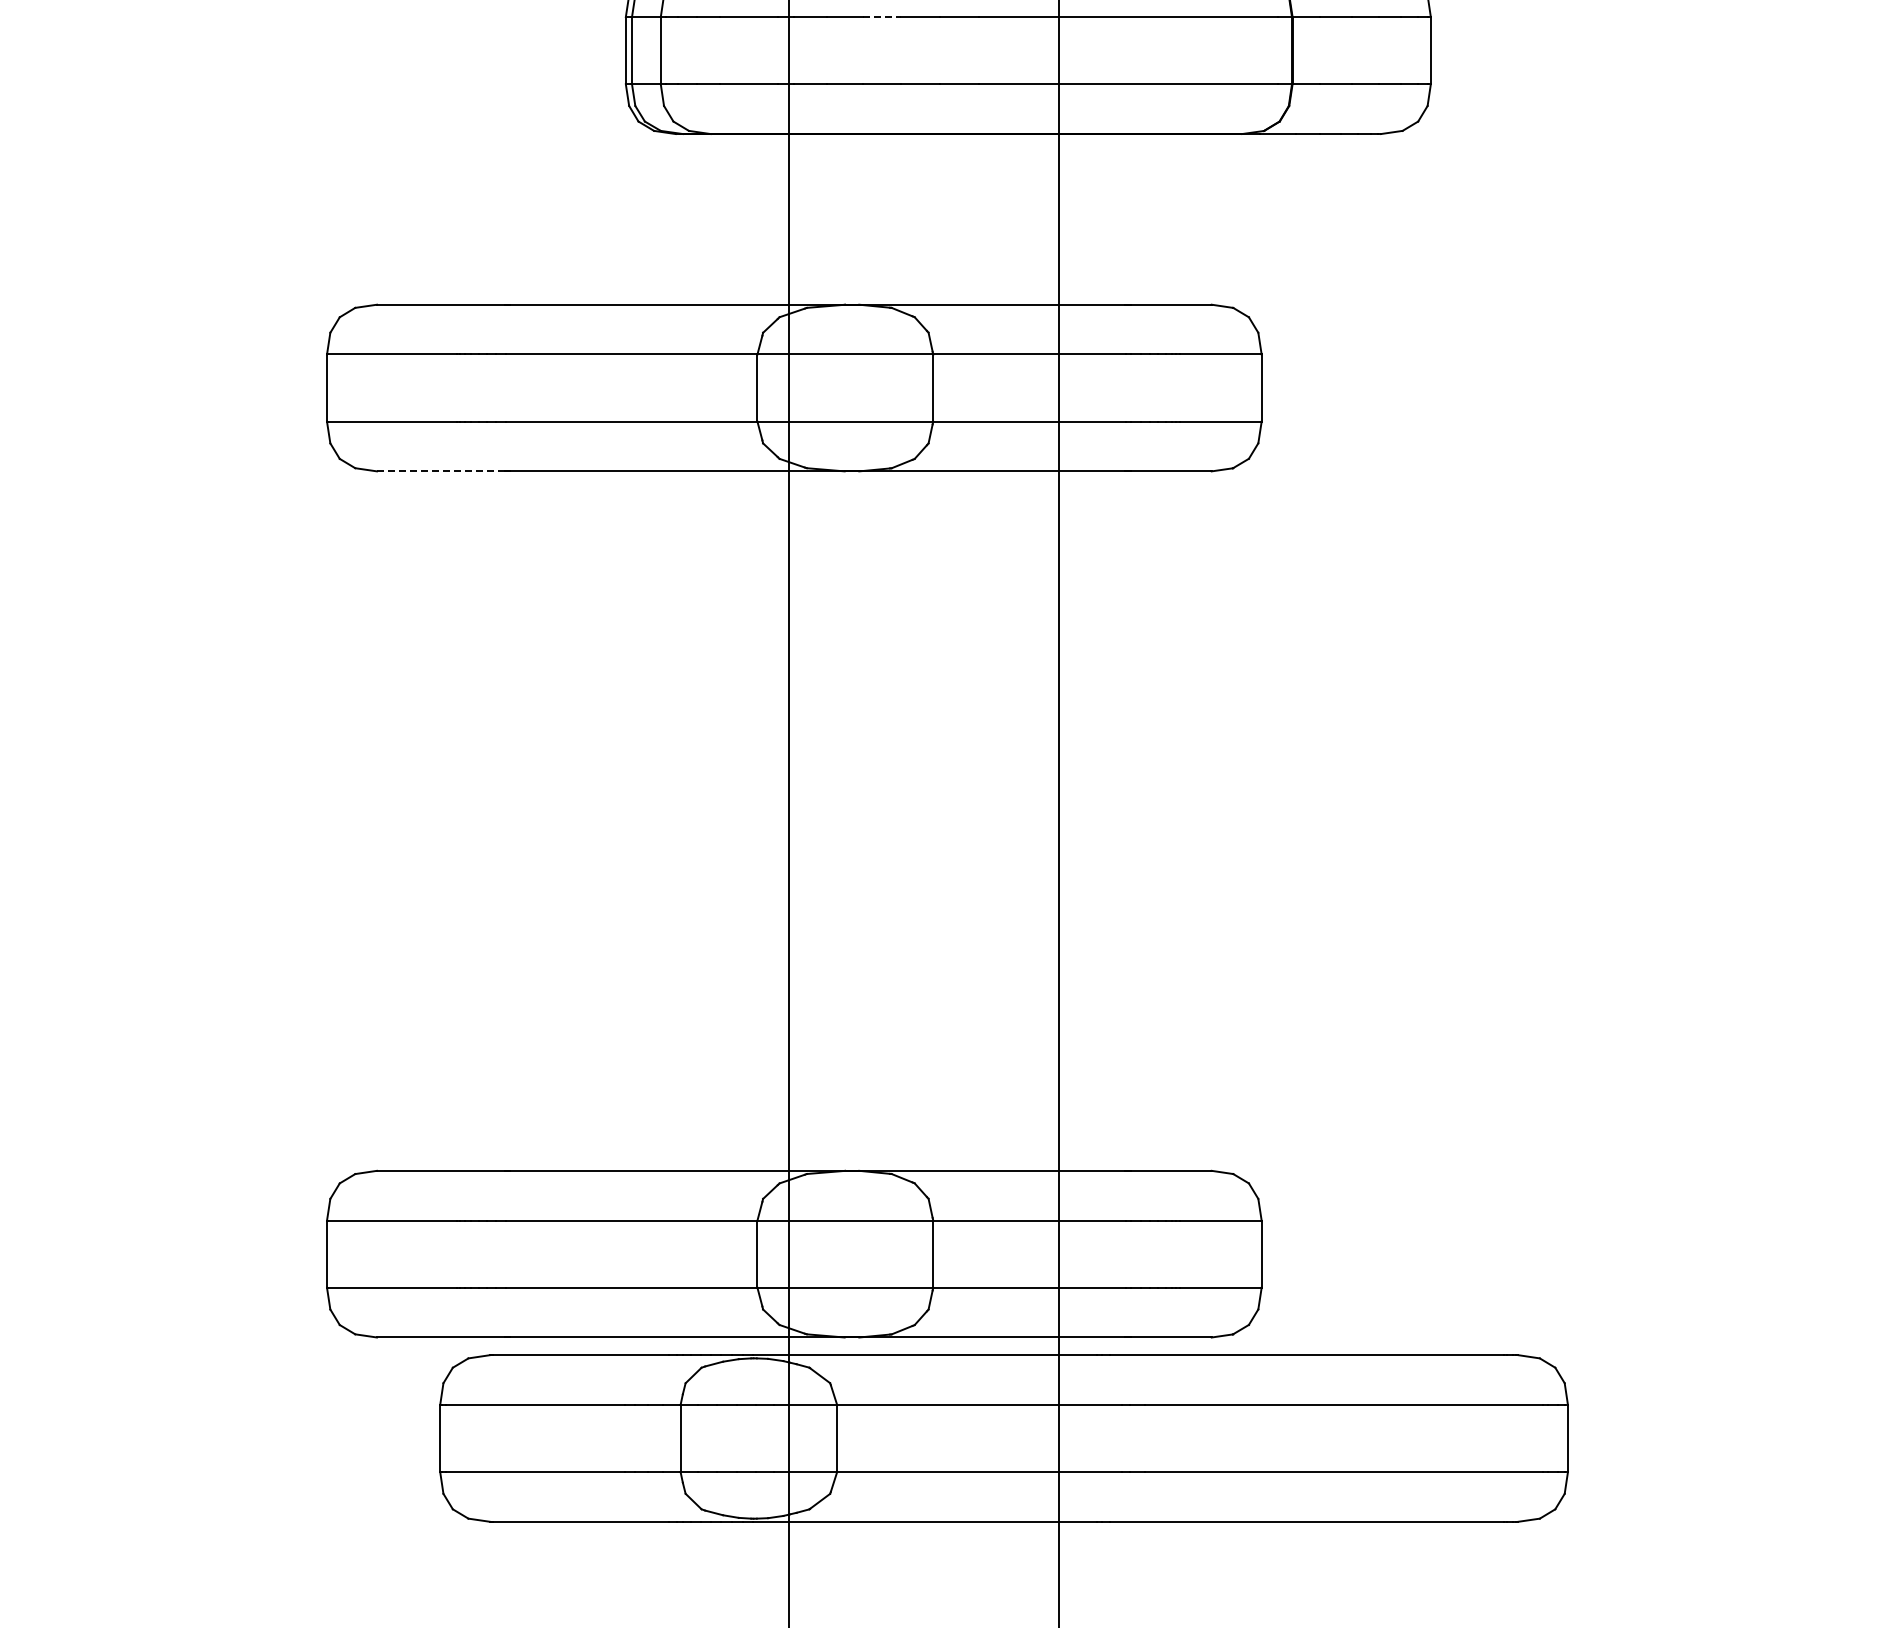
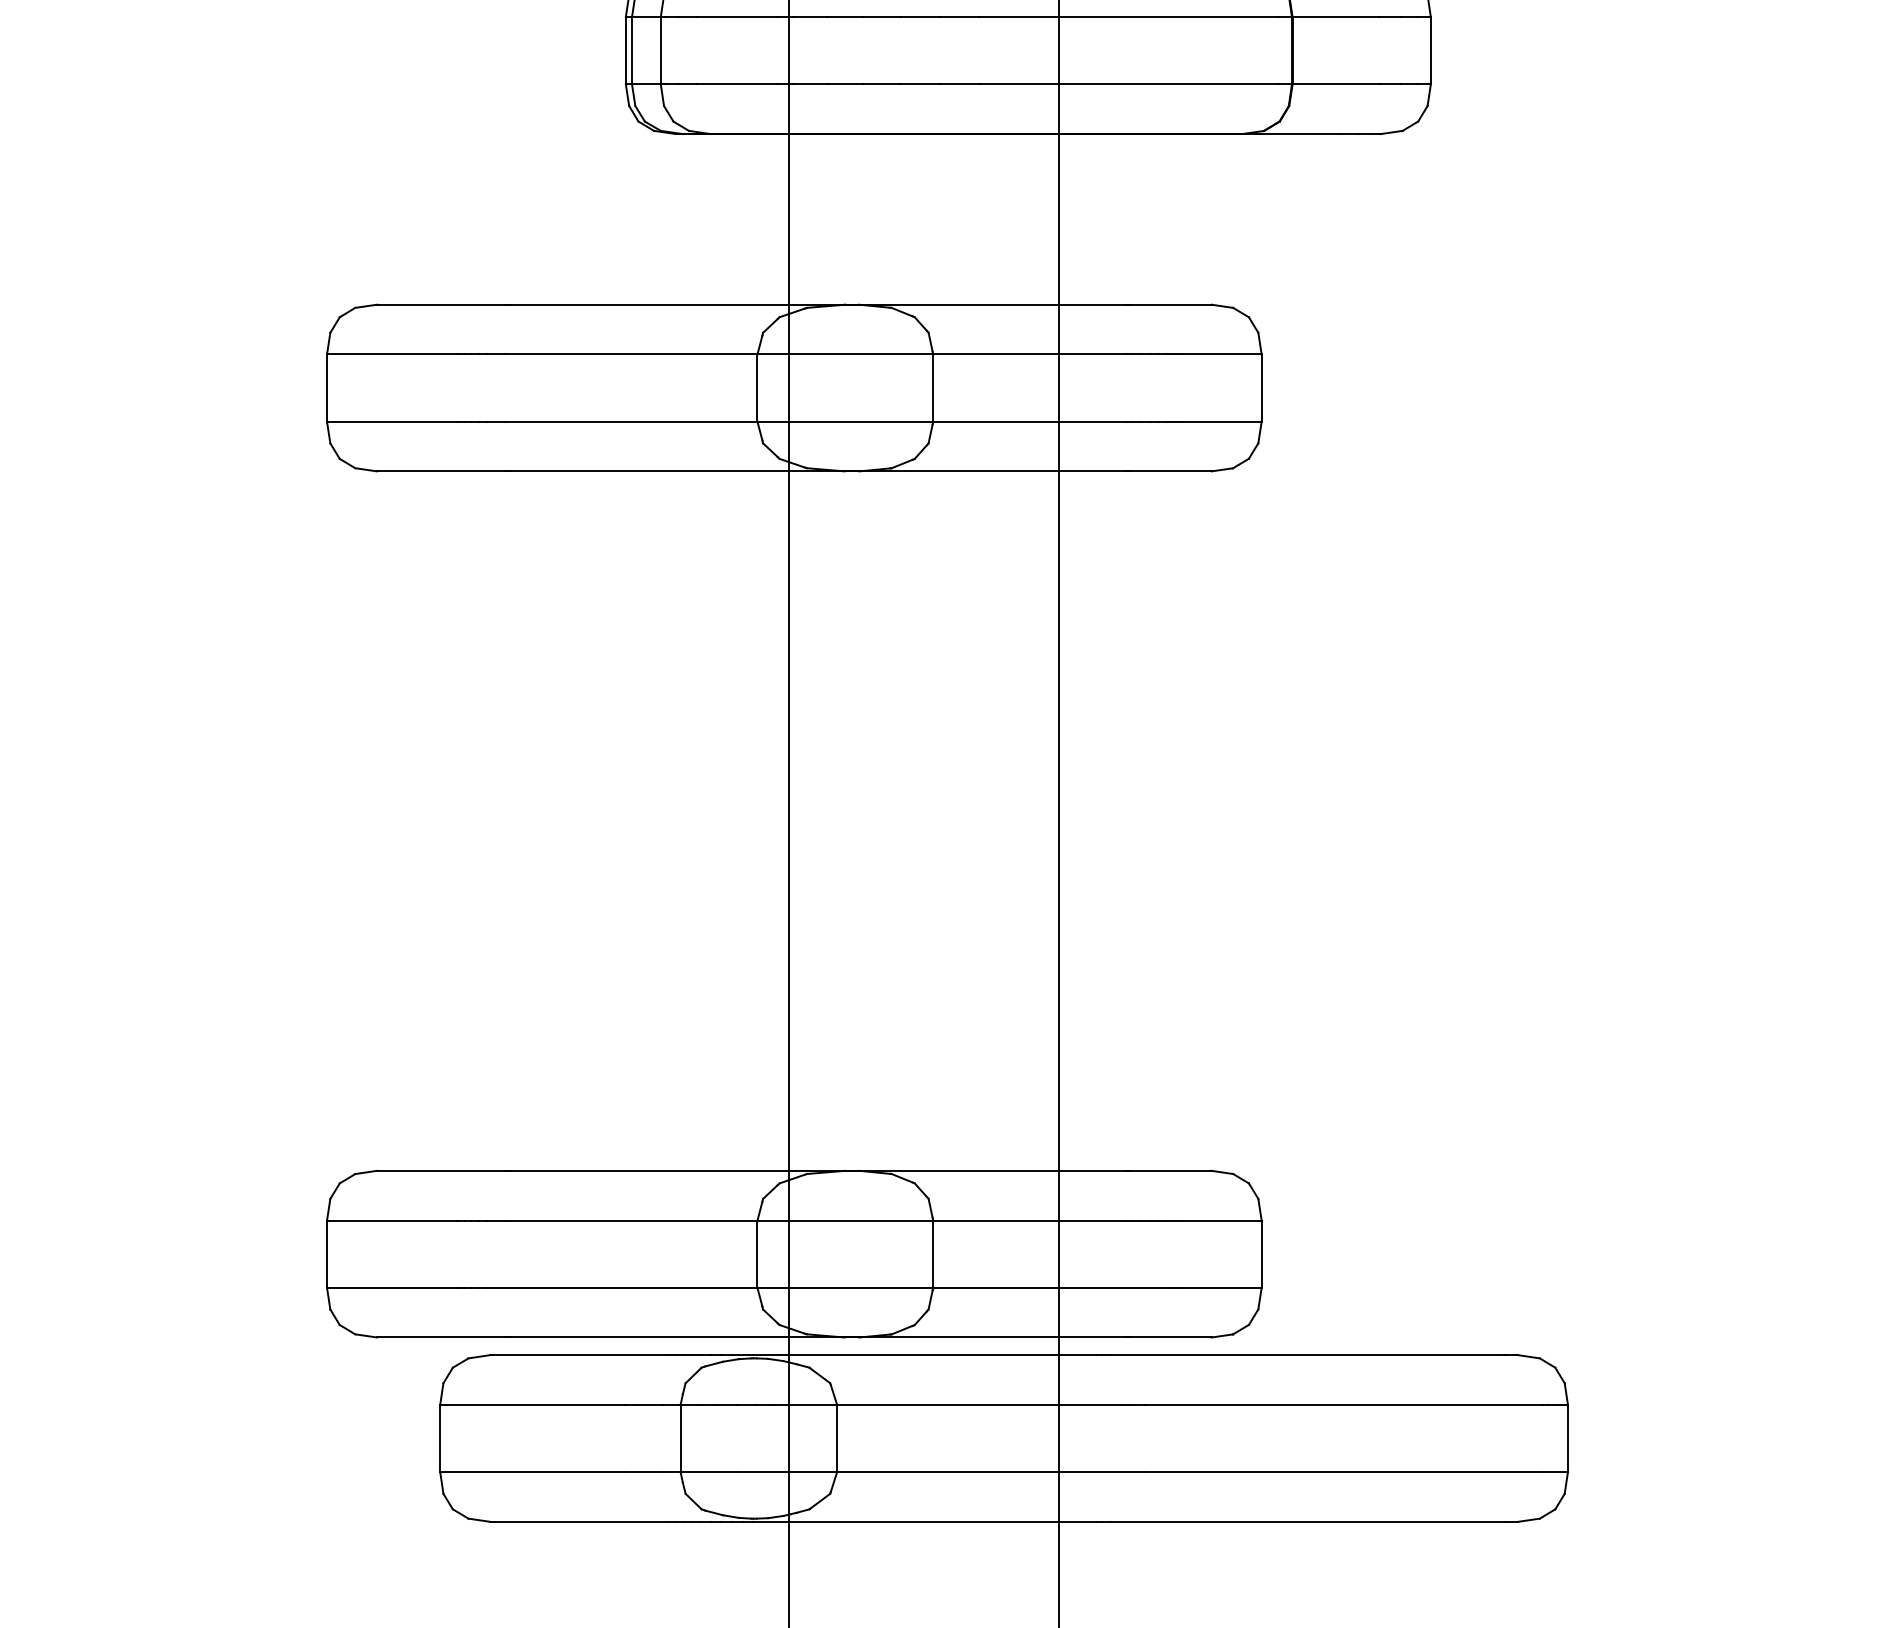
line at (882, 17): dashed -> solid
line at (440, 471): dashed -> solid
